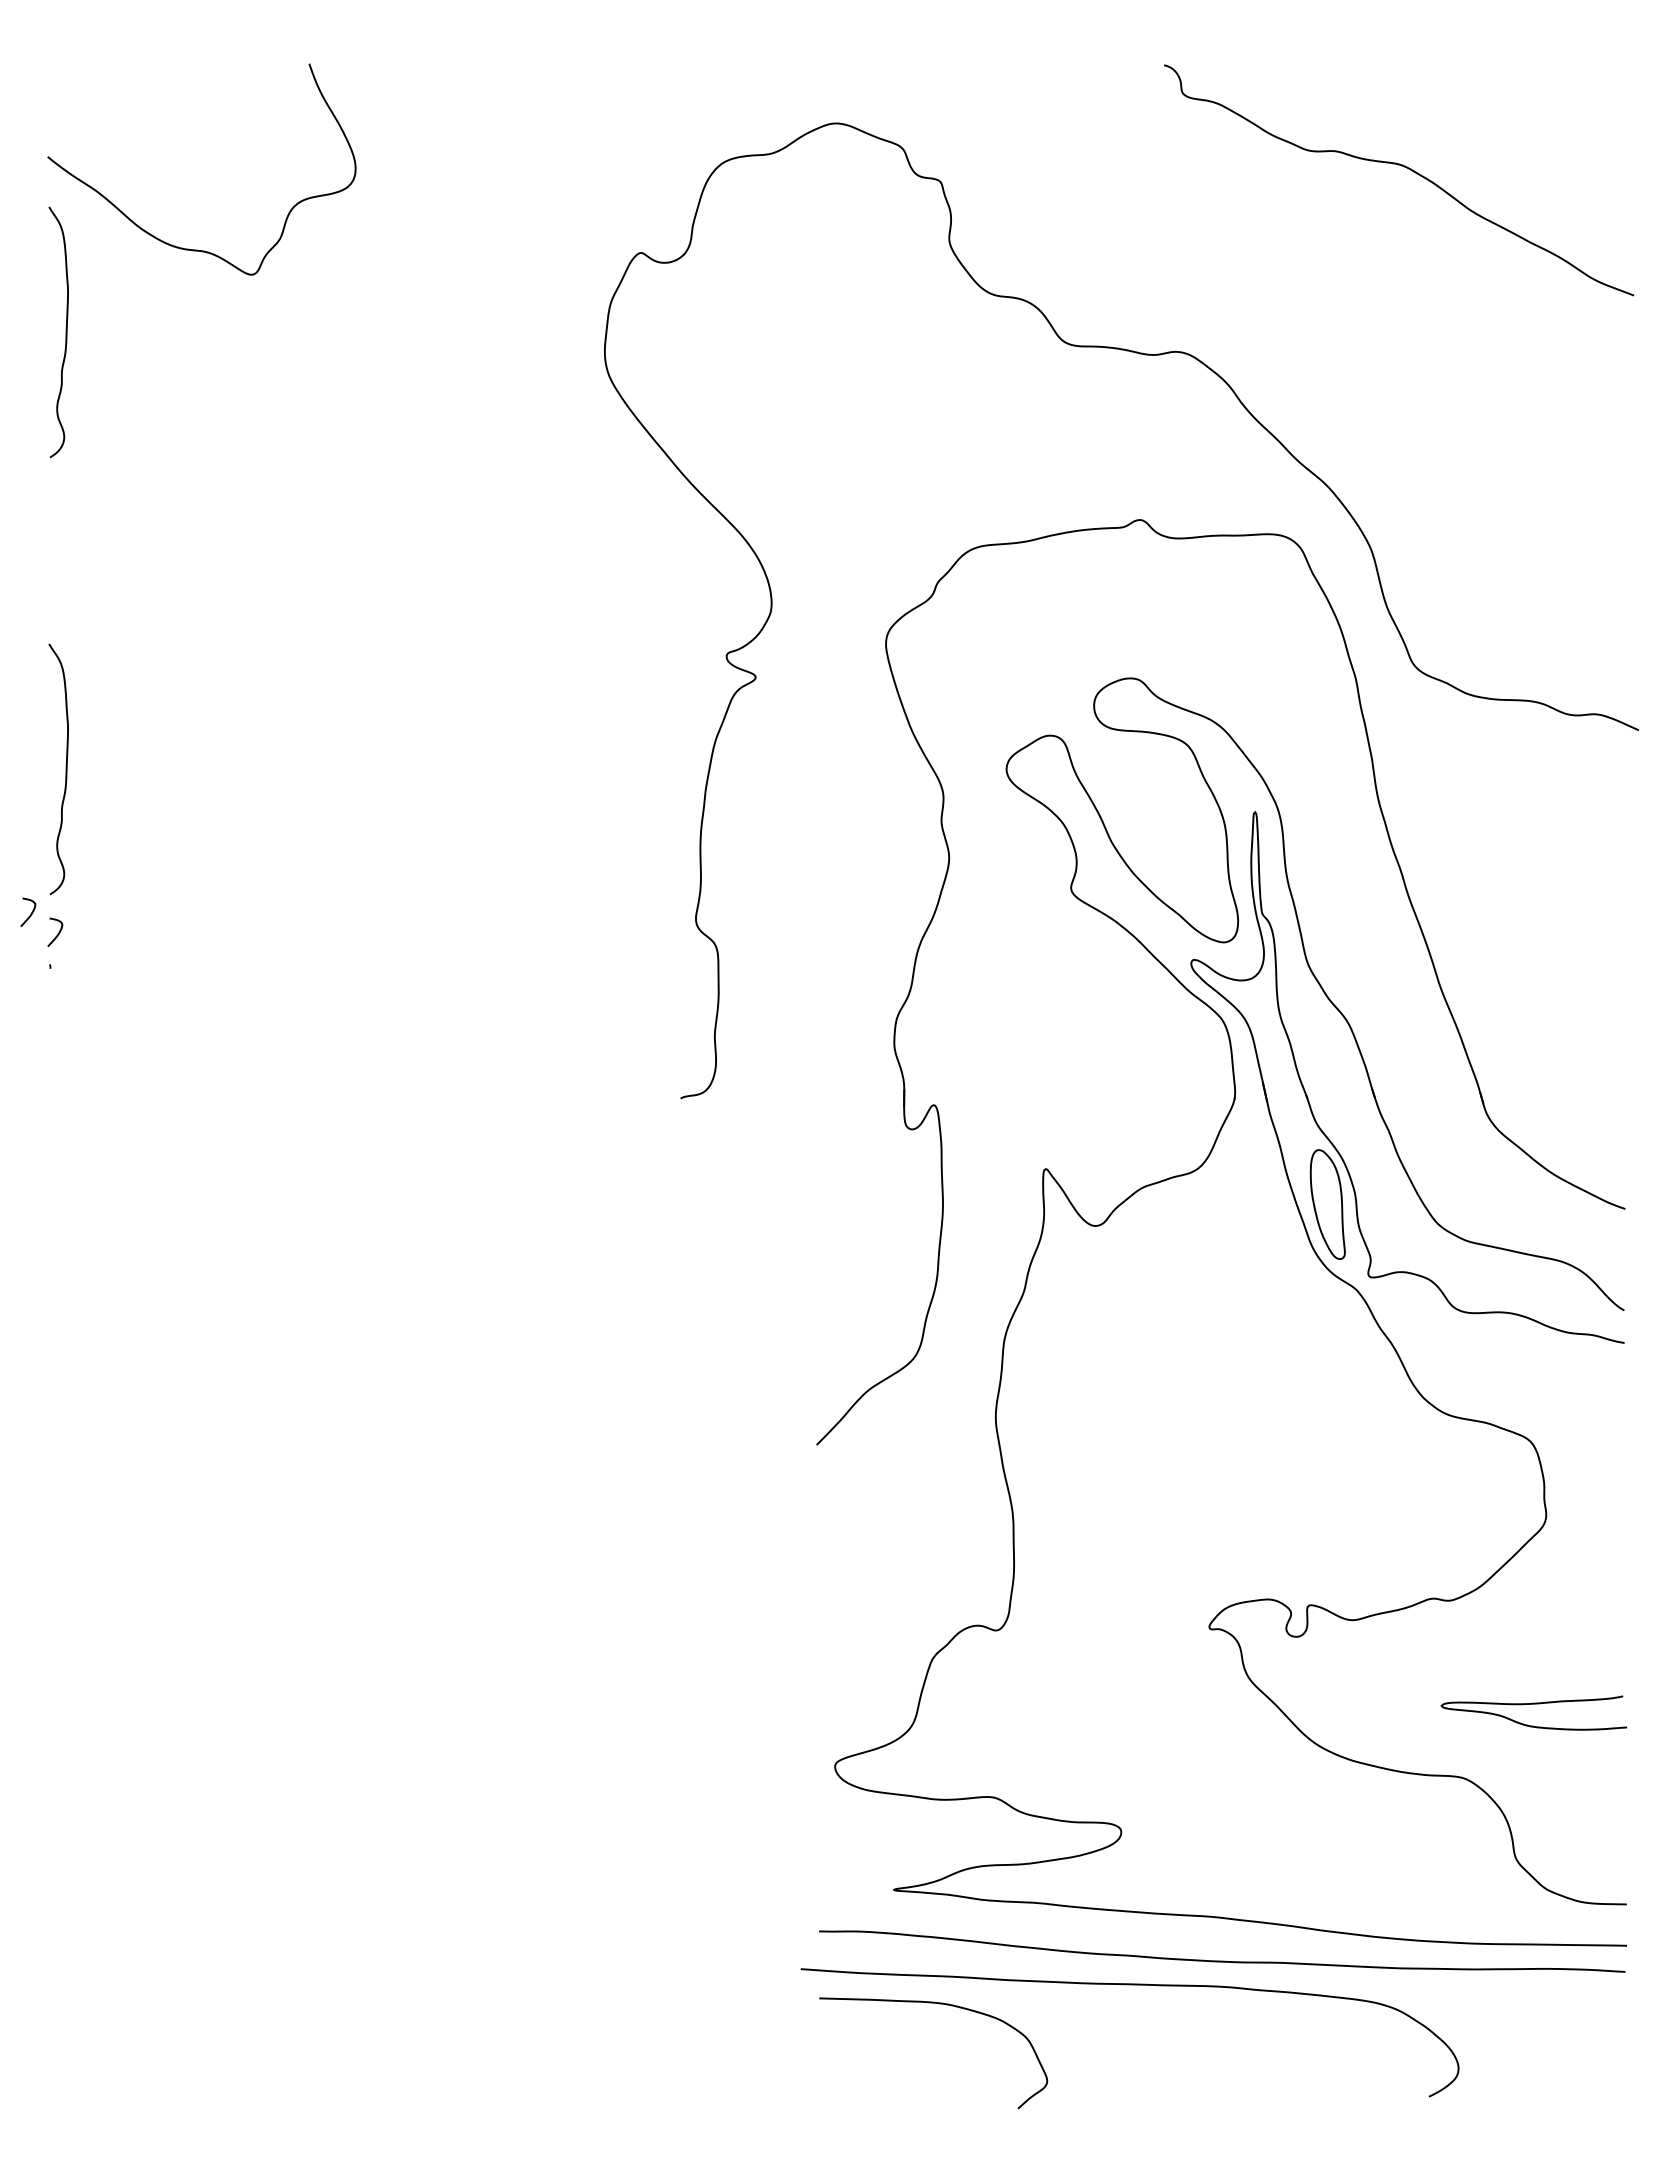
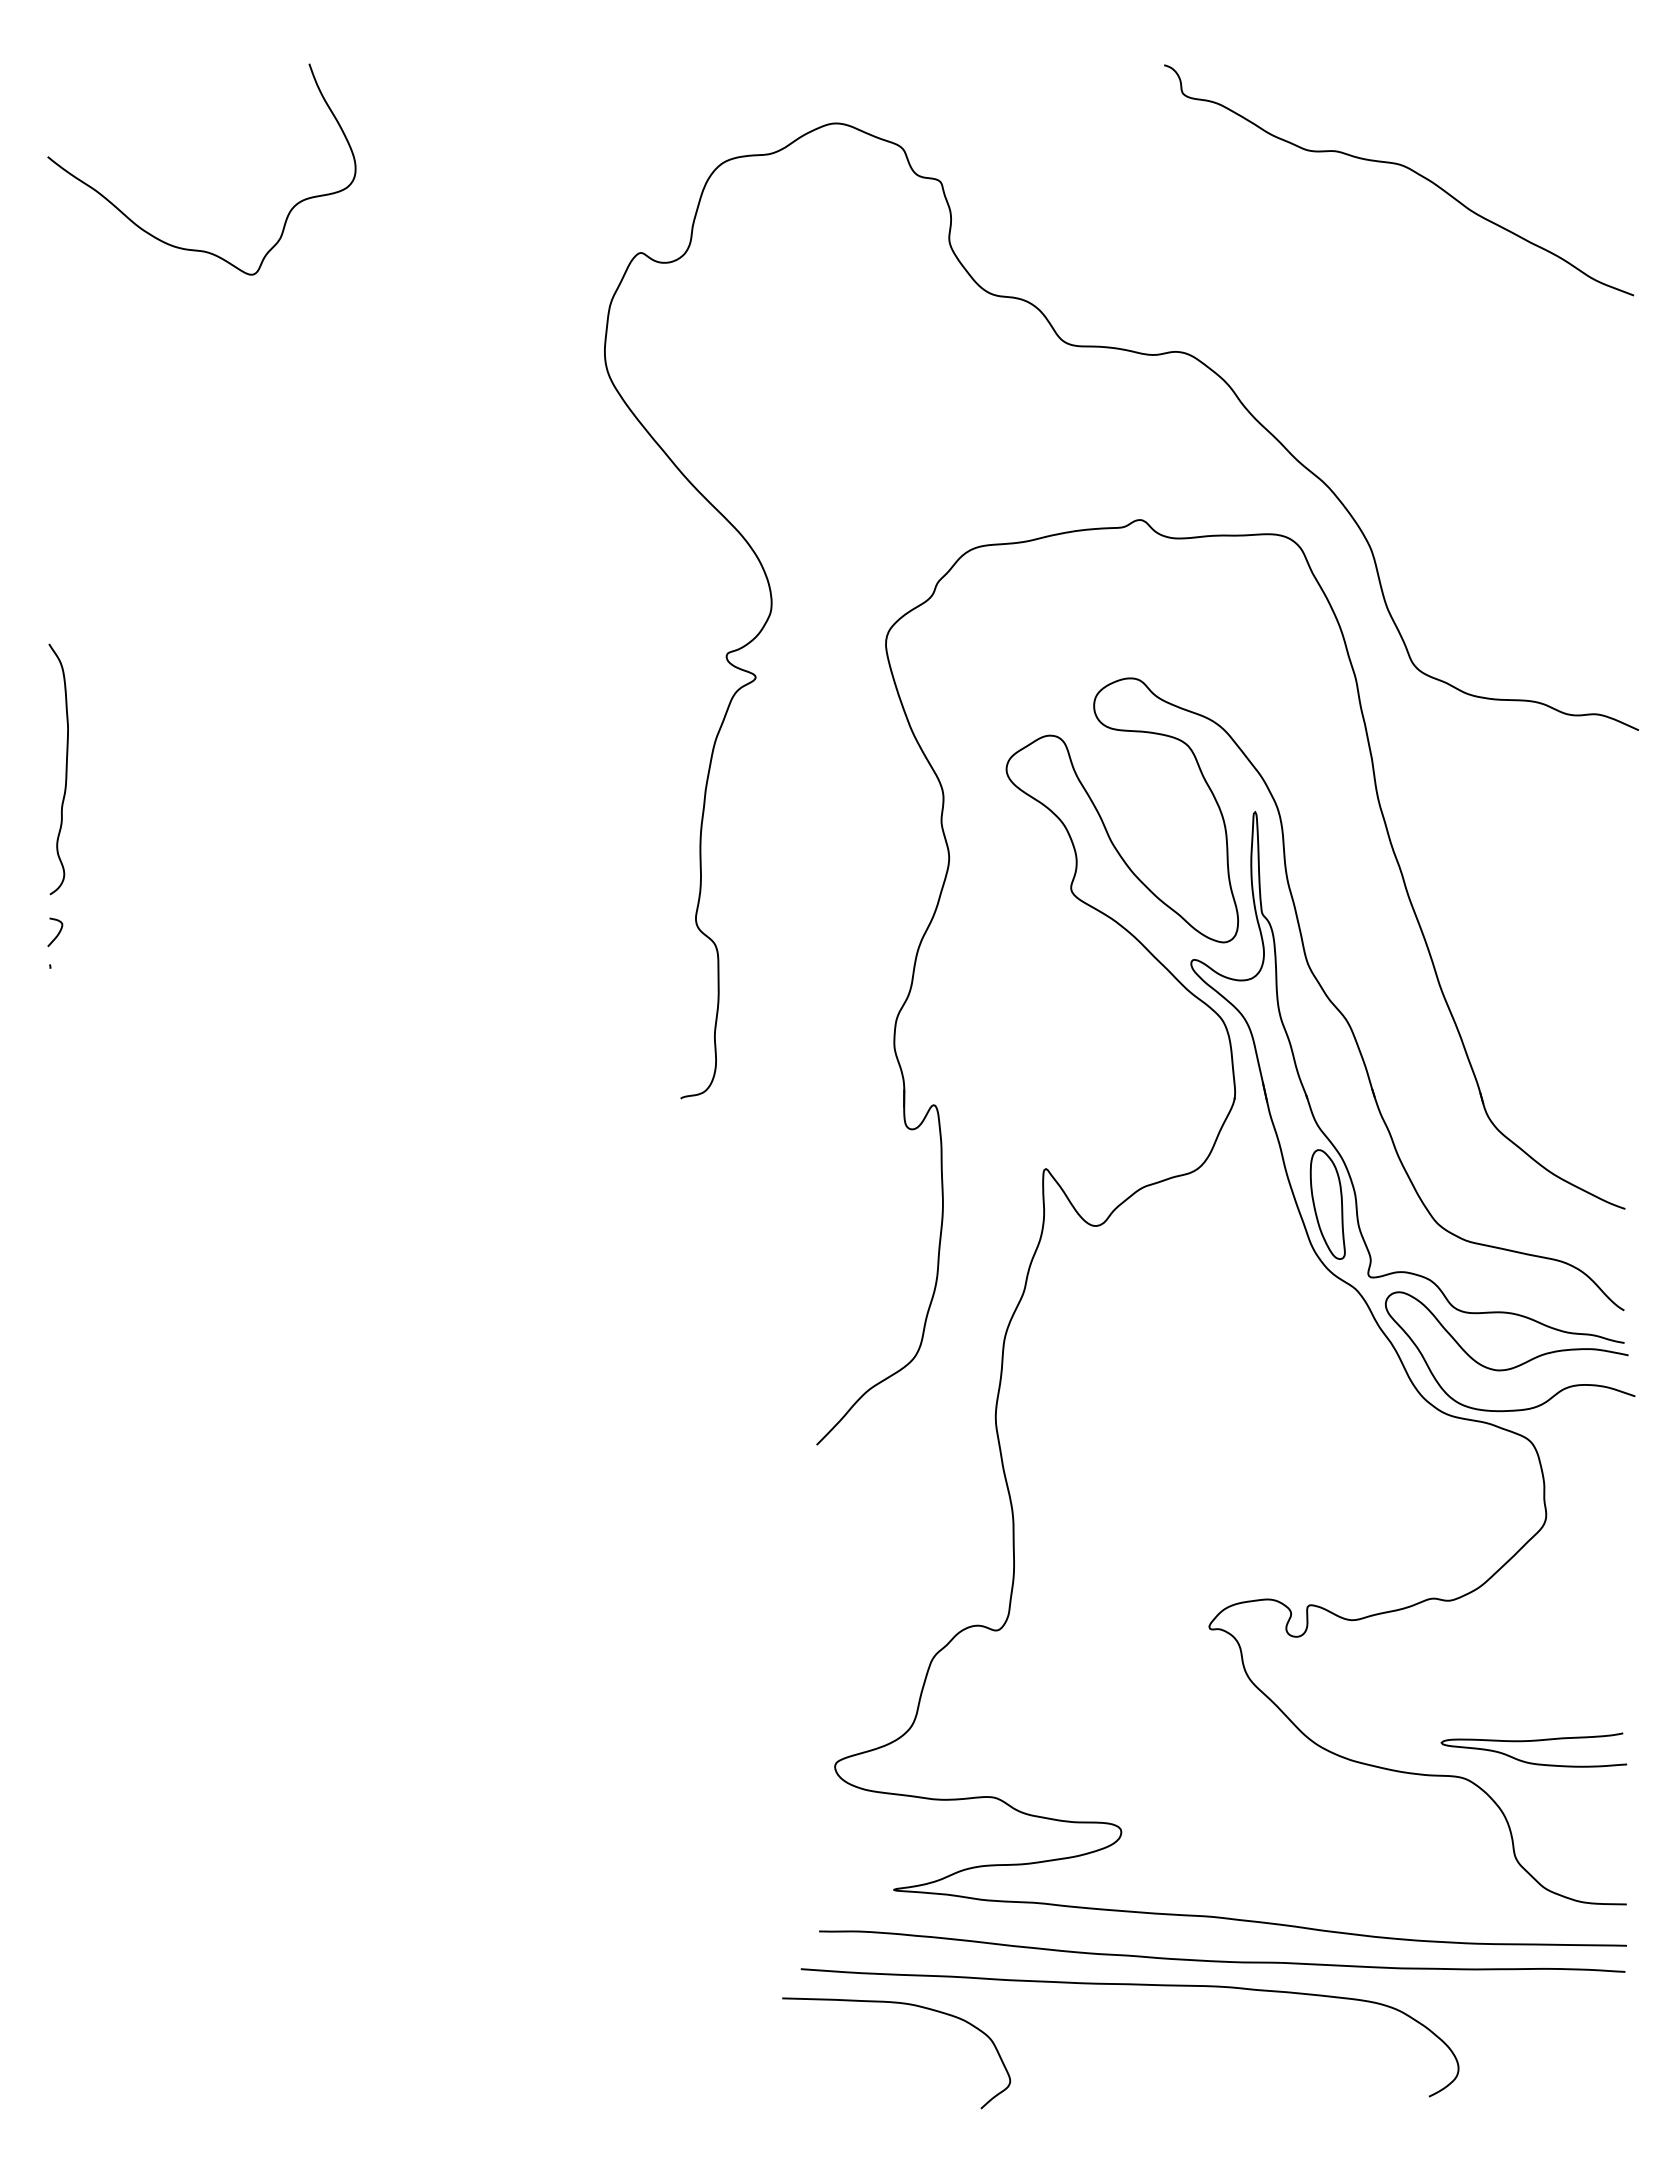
curve at (65, 332): present -> none
curve at (30, 913): present -> none
curve at (1516, 1365): none -> present
curve at (1533, 1704) position: (1533, 1704) -> (1533, 1741)
curve at (938, 2004) position: (938, 2004) -> (901, 2004)
